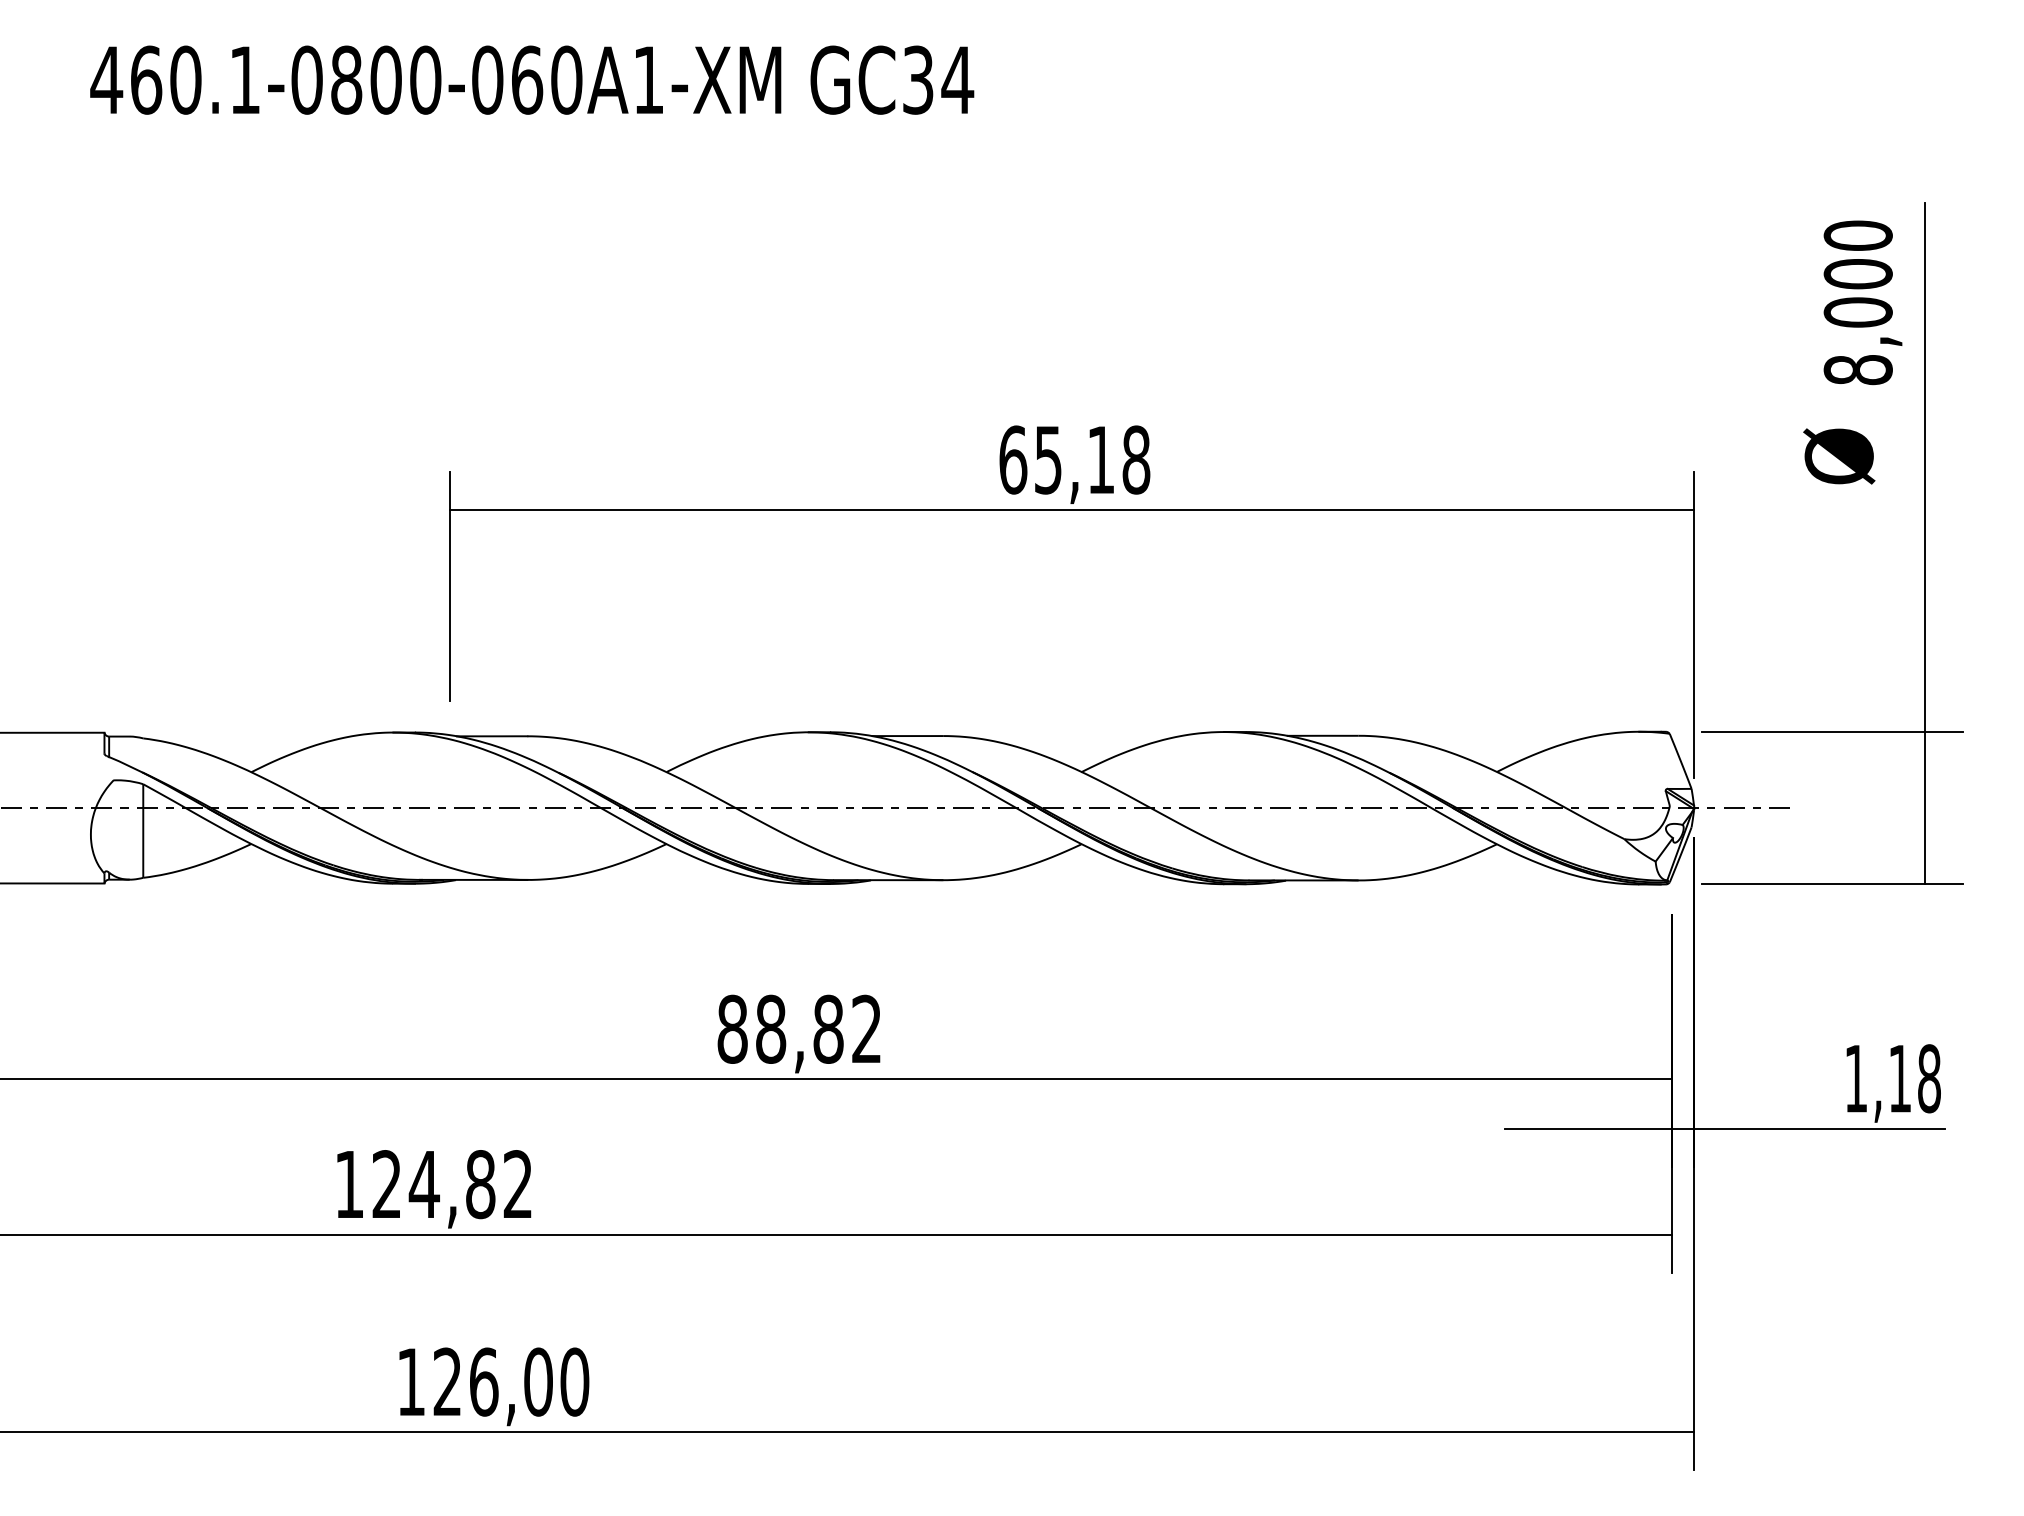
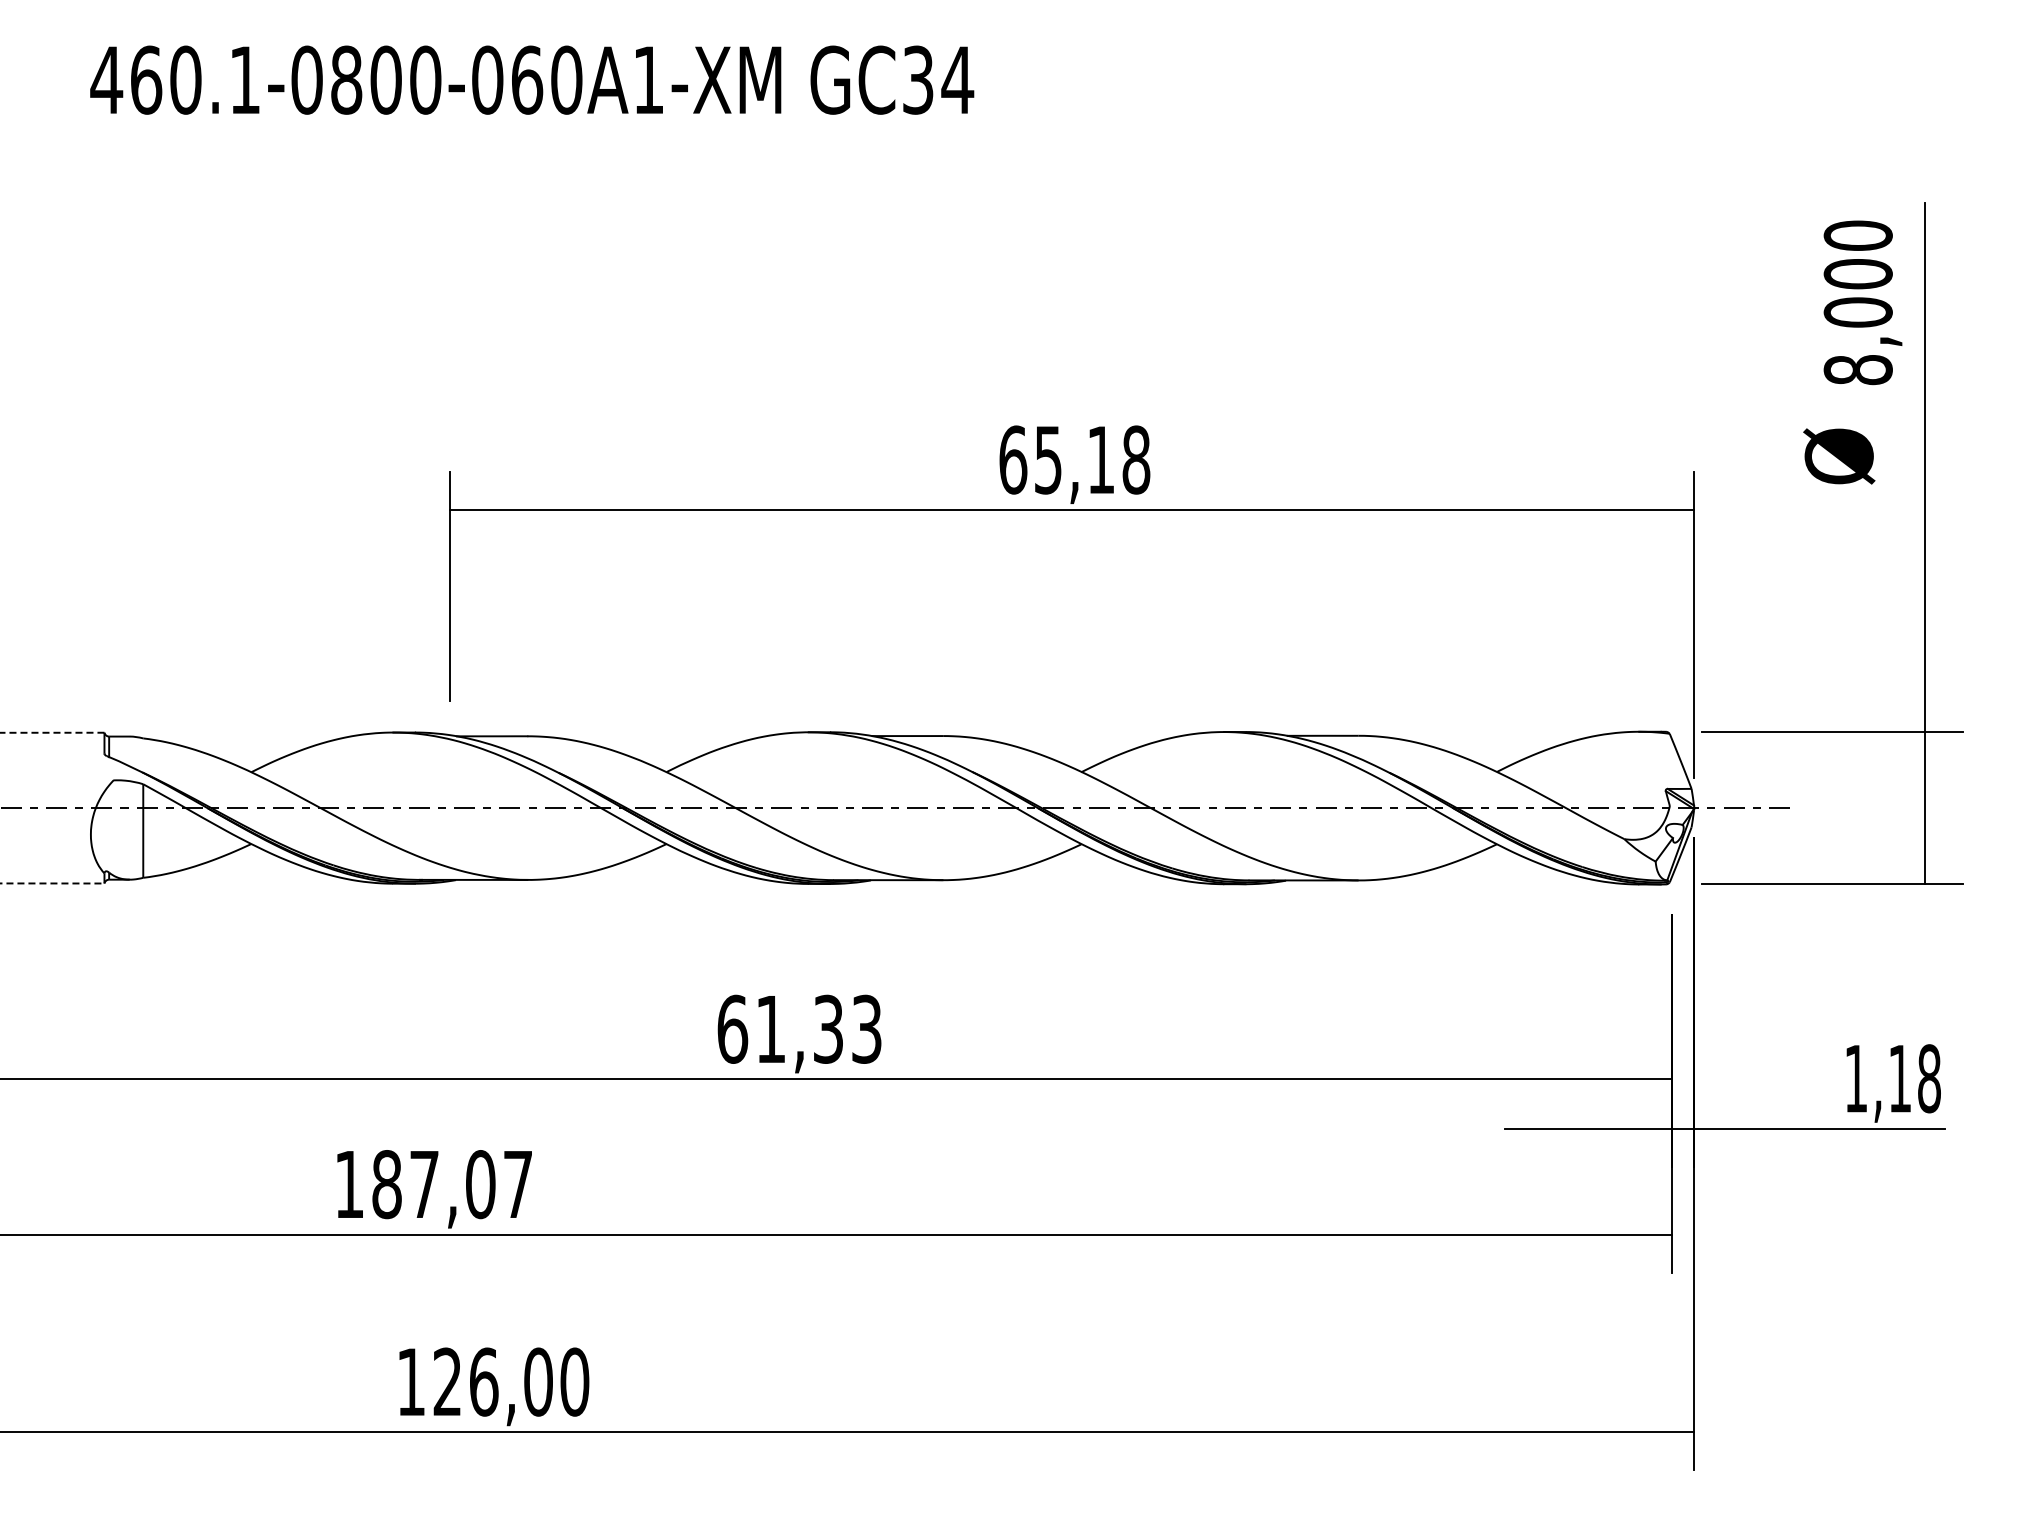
line at (51, 732): solid -> dashed
line at (52, 883): solid -> dashed
text at (799, 1028): 88,82 -> 61,33
text at (451, 1184): 124,82 -> 187,07
